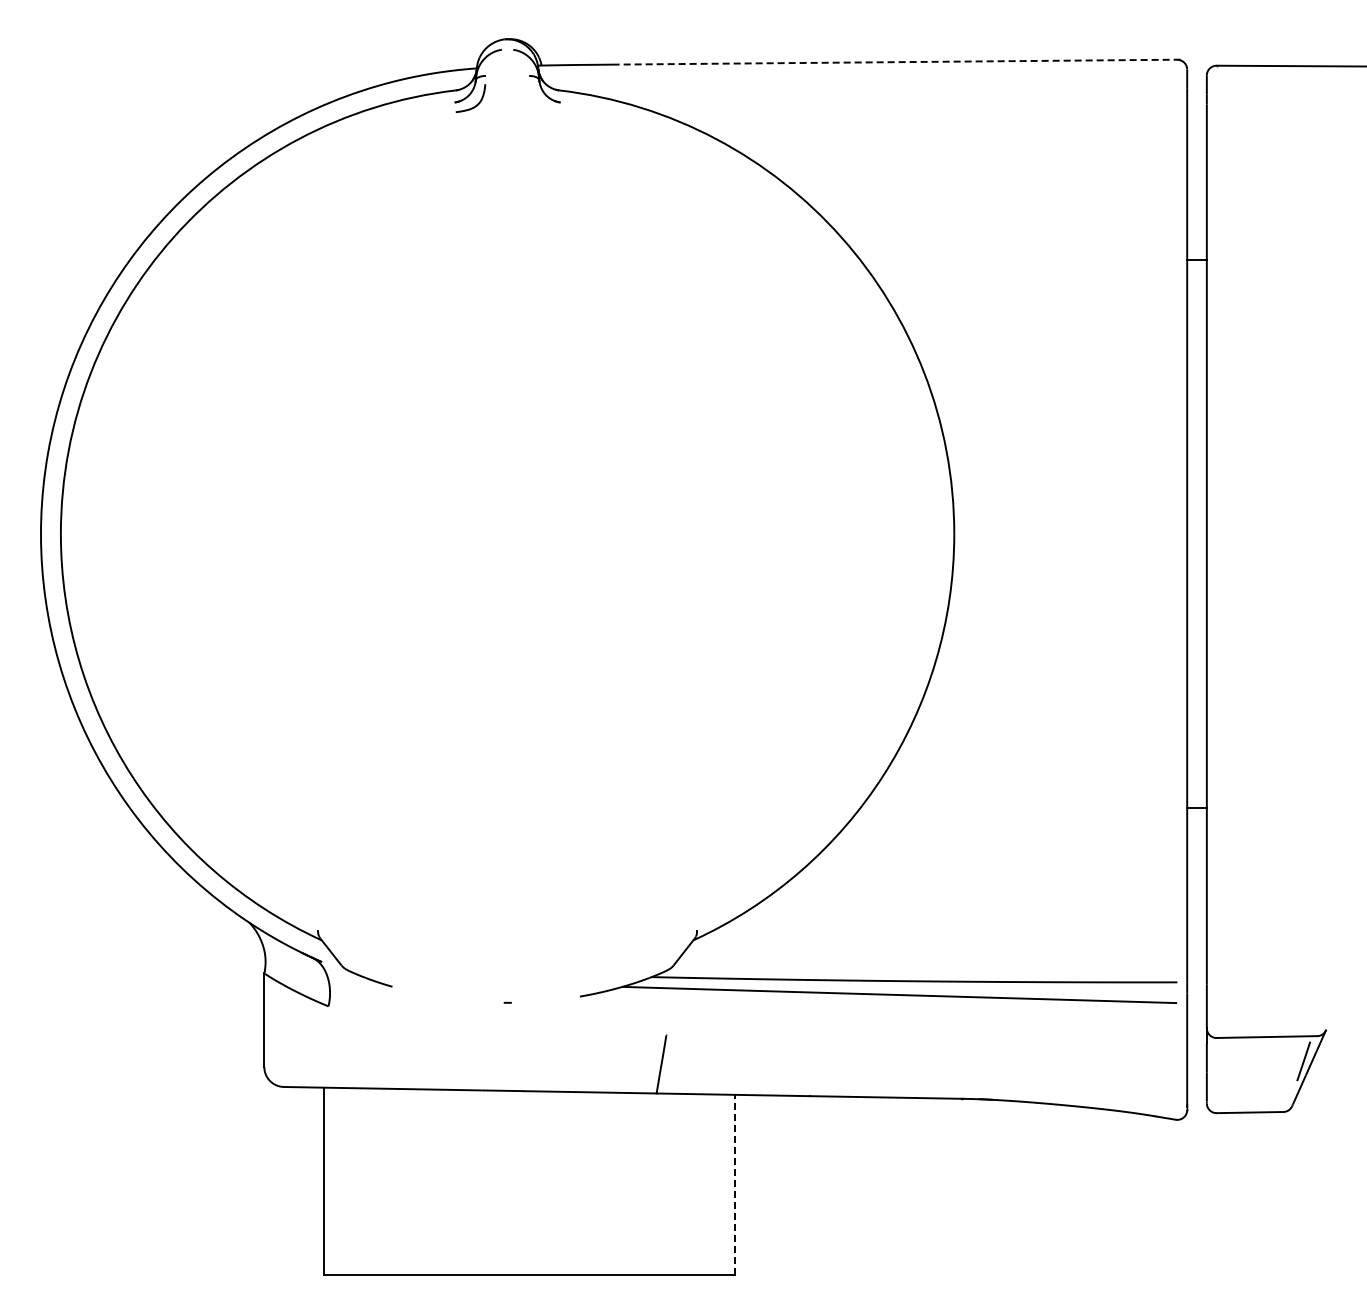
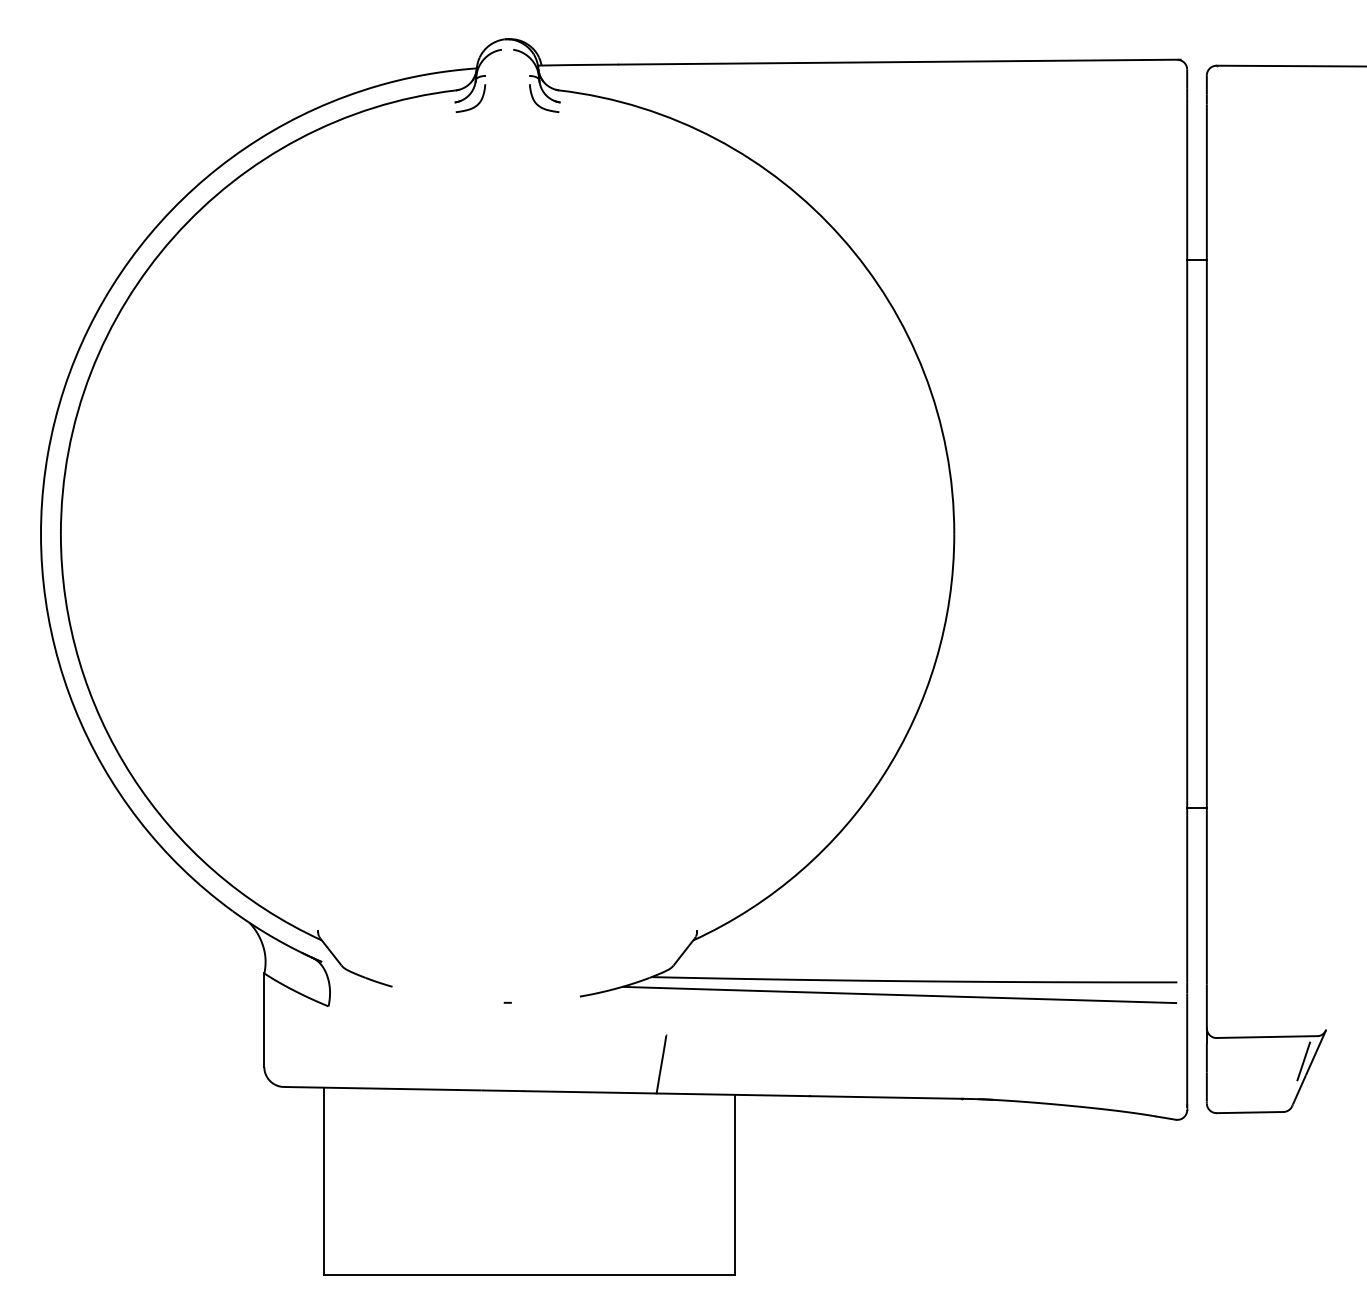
line at (899, 62): dashed -> solid
curve at (538, 104): none -> present
line at (734, 1184): dashed -> solid
